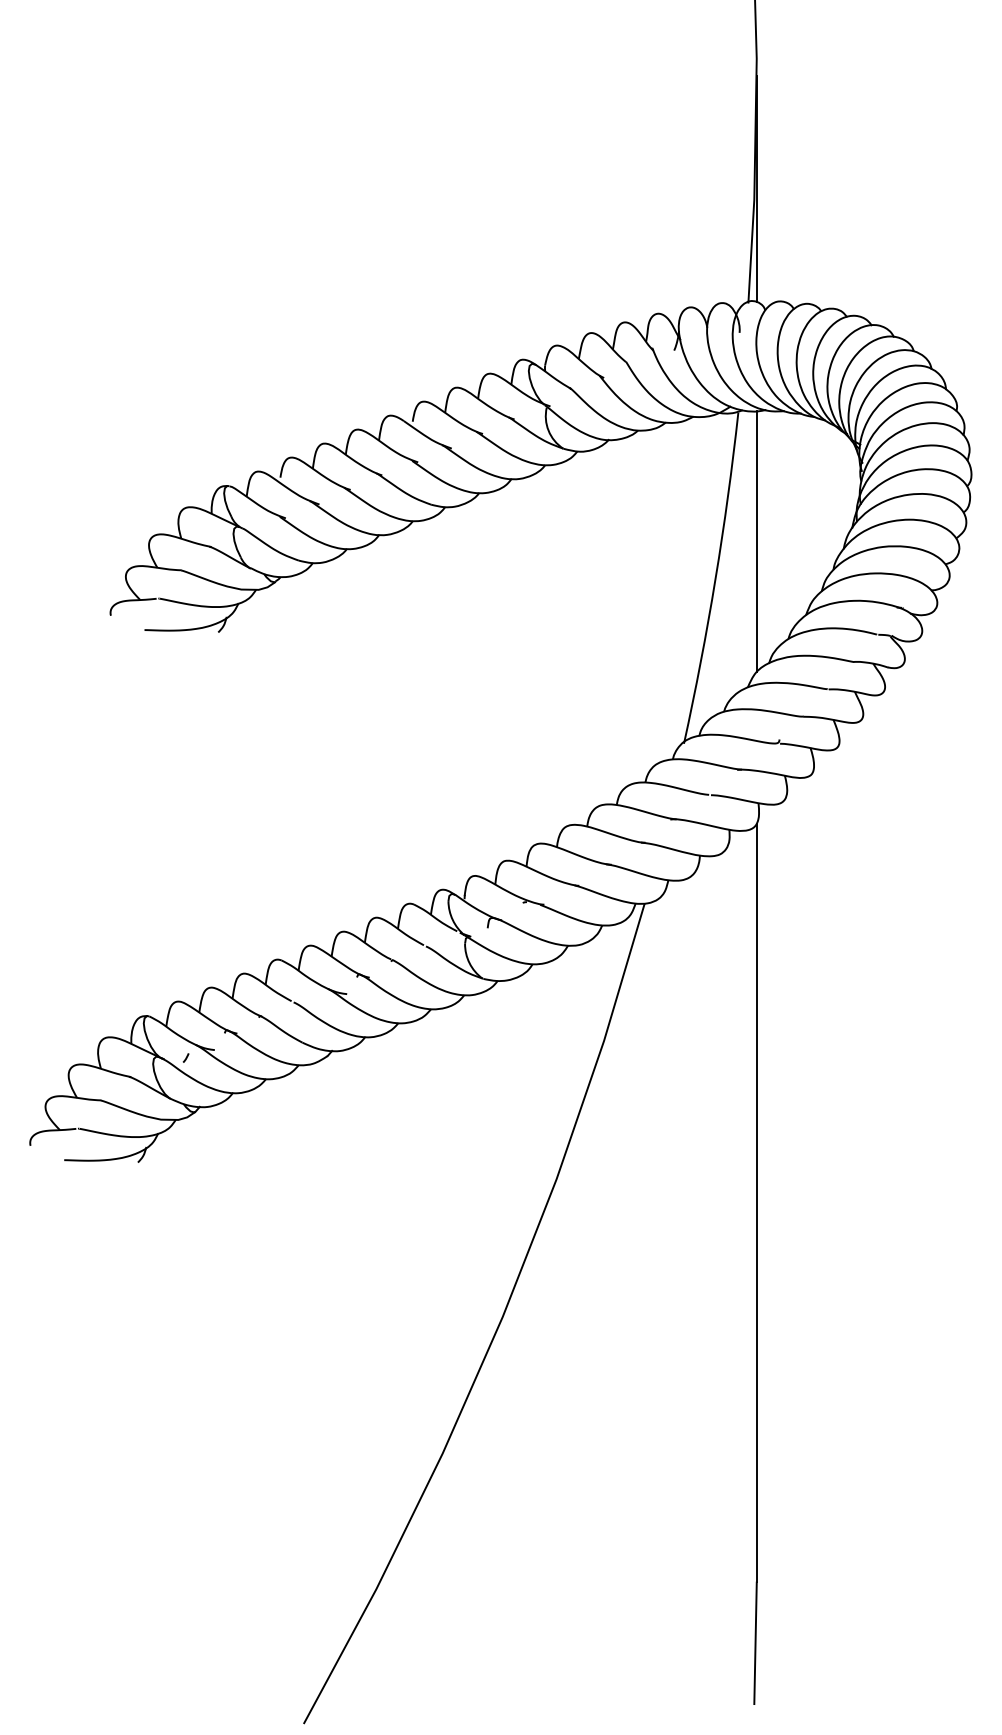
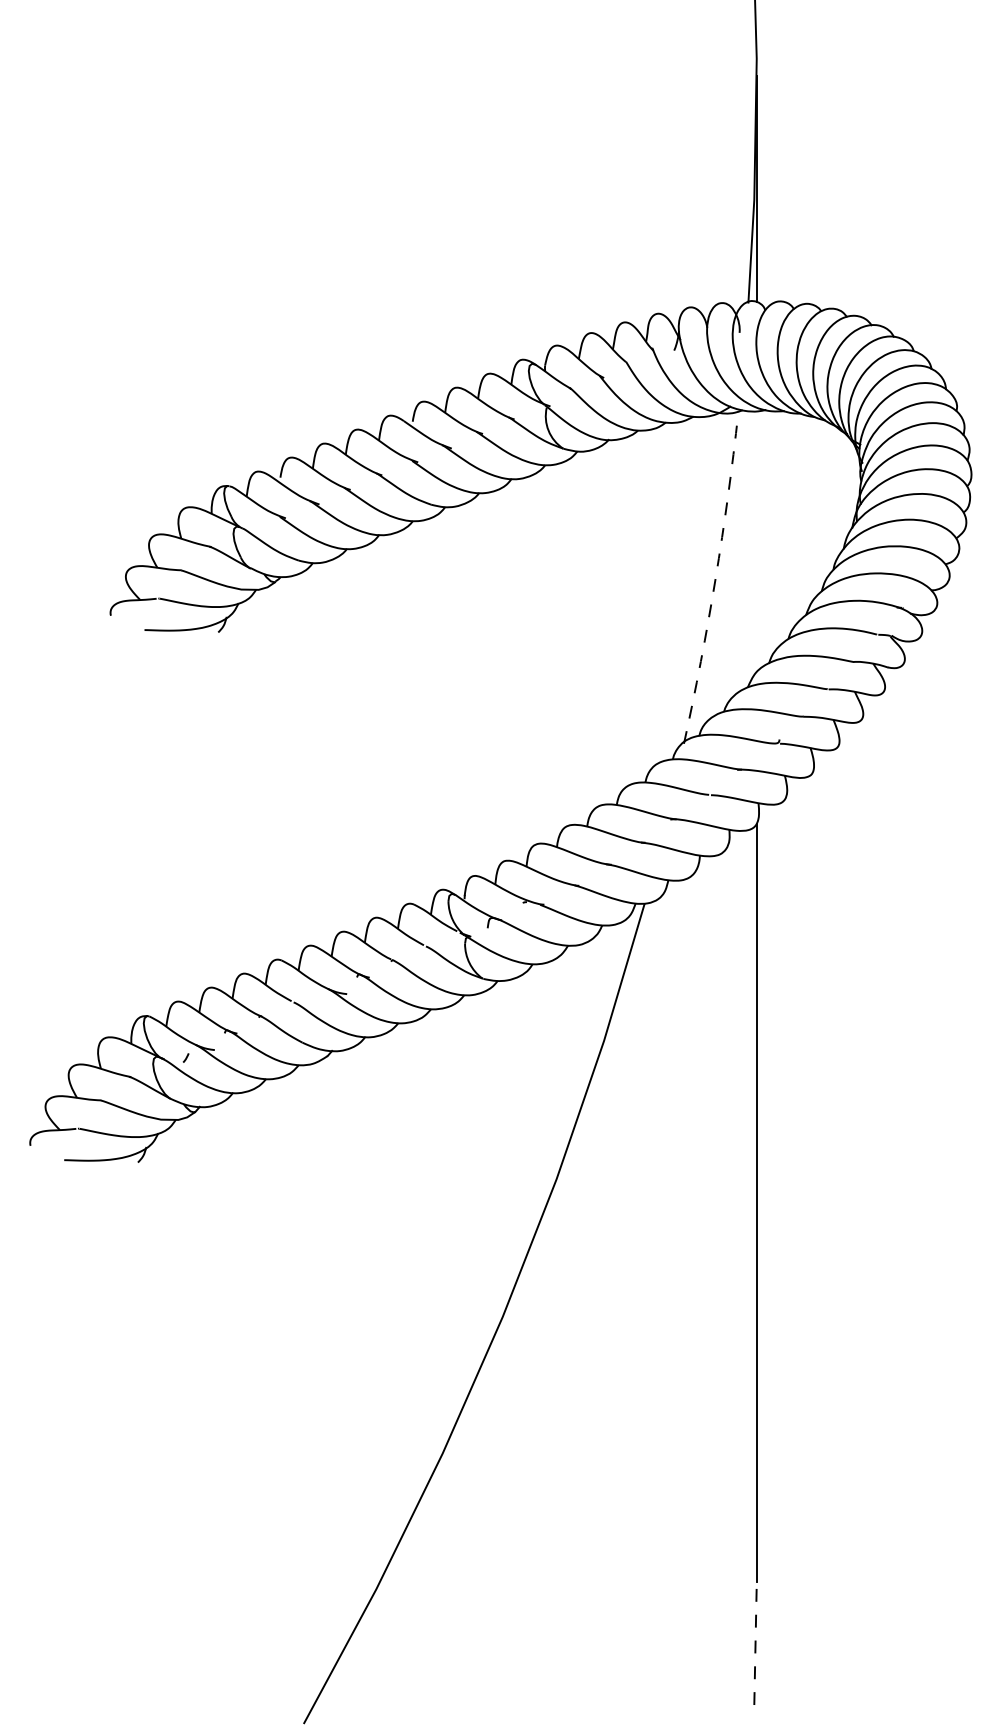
line at (756, 541): present -> none
arc at (715, 578): solid -> dashed
line at (755, 1643): solid -> dashed
